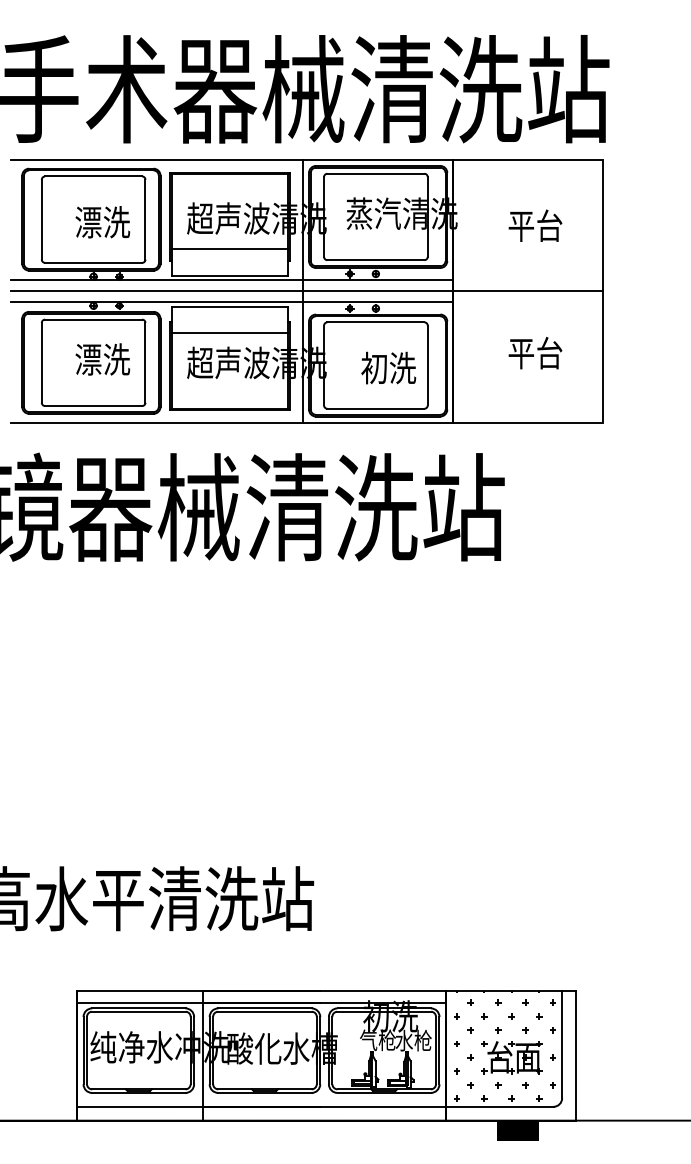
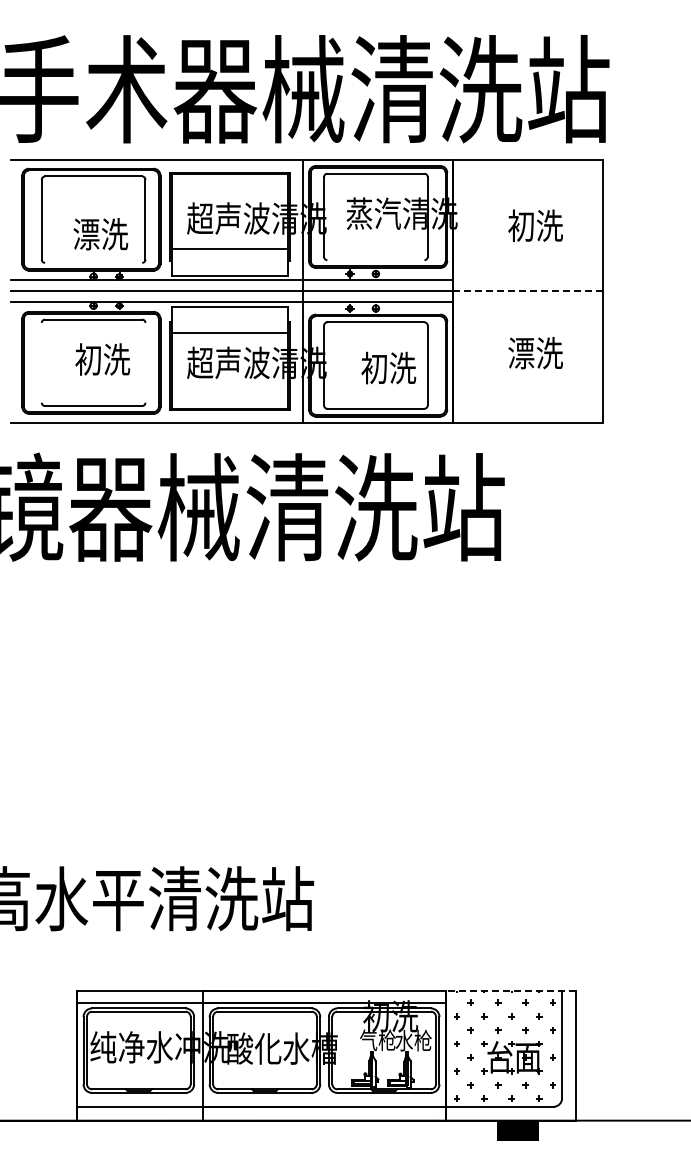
text at (102, 222) position: (102, 222) -> (100, 234)
text at (535, 225): 平台 -> 初洗
line at (375, 260): present -> none
line at (93, 262): present -> none
line at (528, 291): solid -> dashed
text at (535, 352): 平台 -> 漂洗
text at (88, 359): 漂洗 -> 初洗
line at (41, 362): present -> none
line at (145, 362): present -> none
line at (511, 991): solid -> dashed
